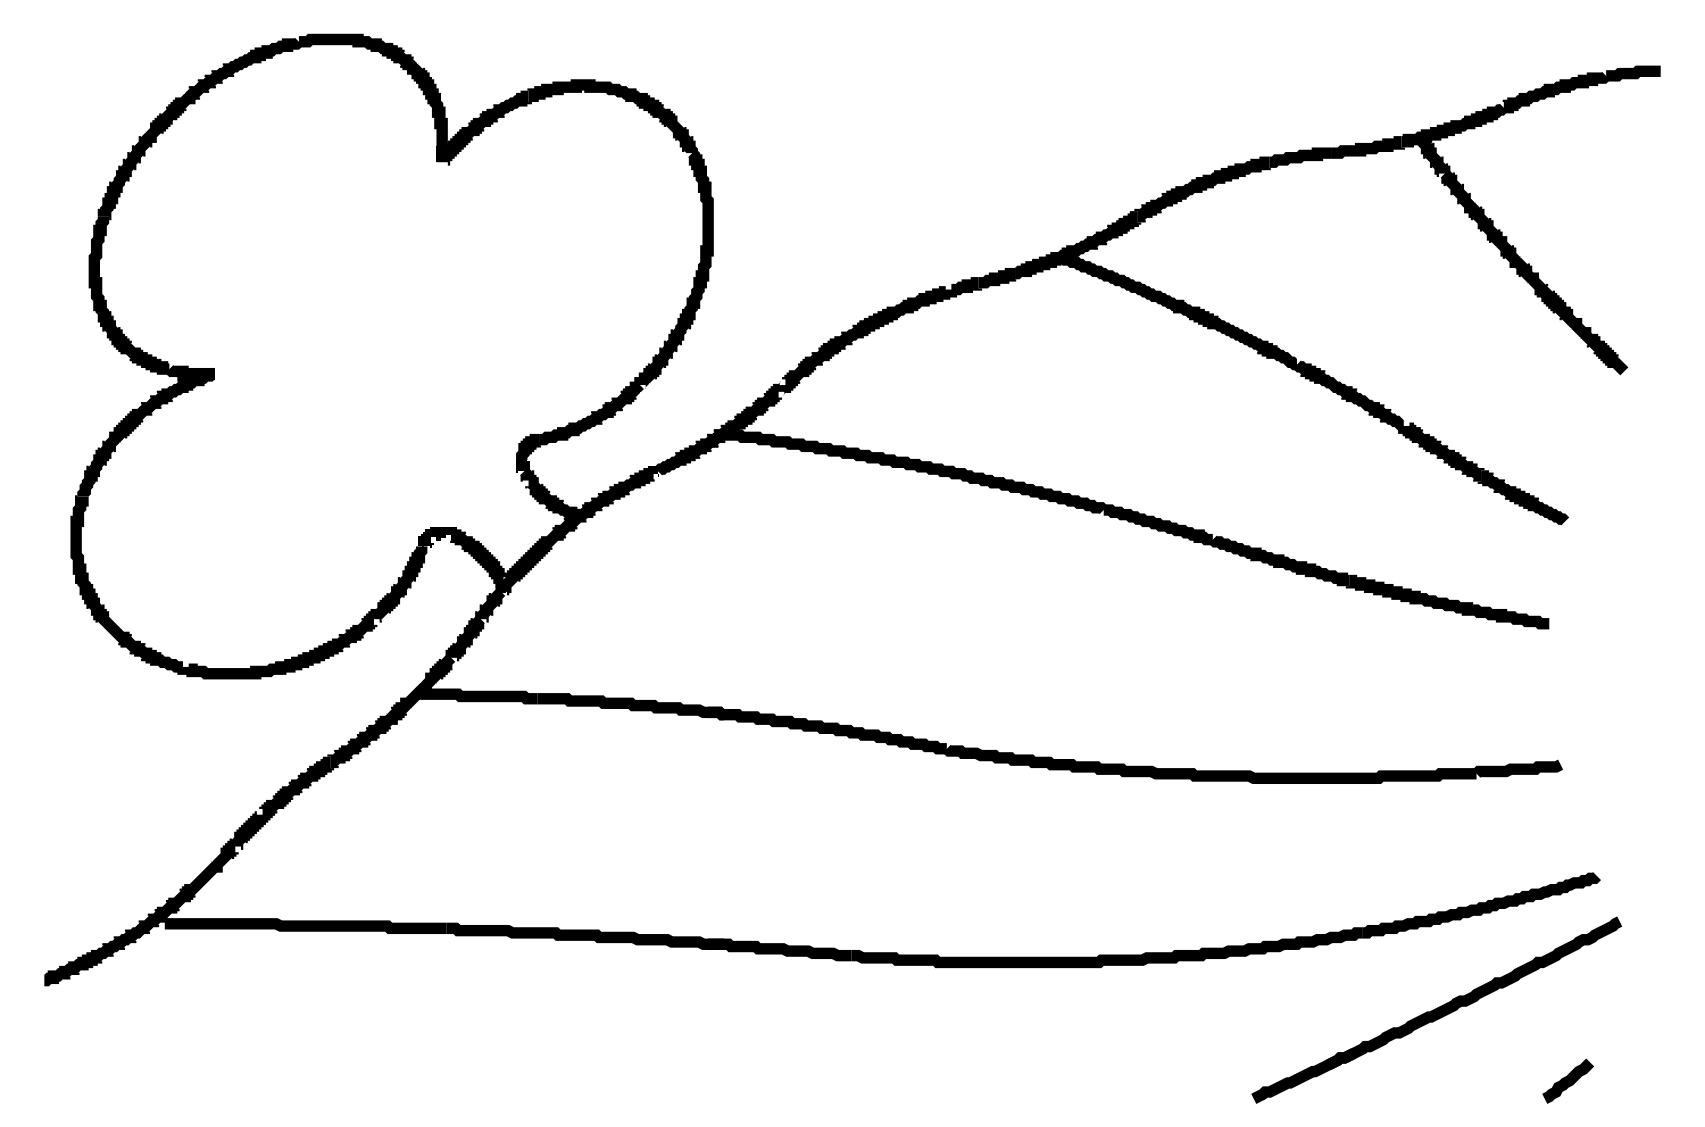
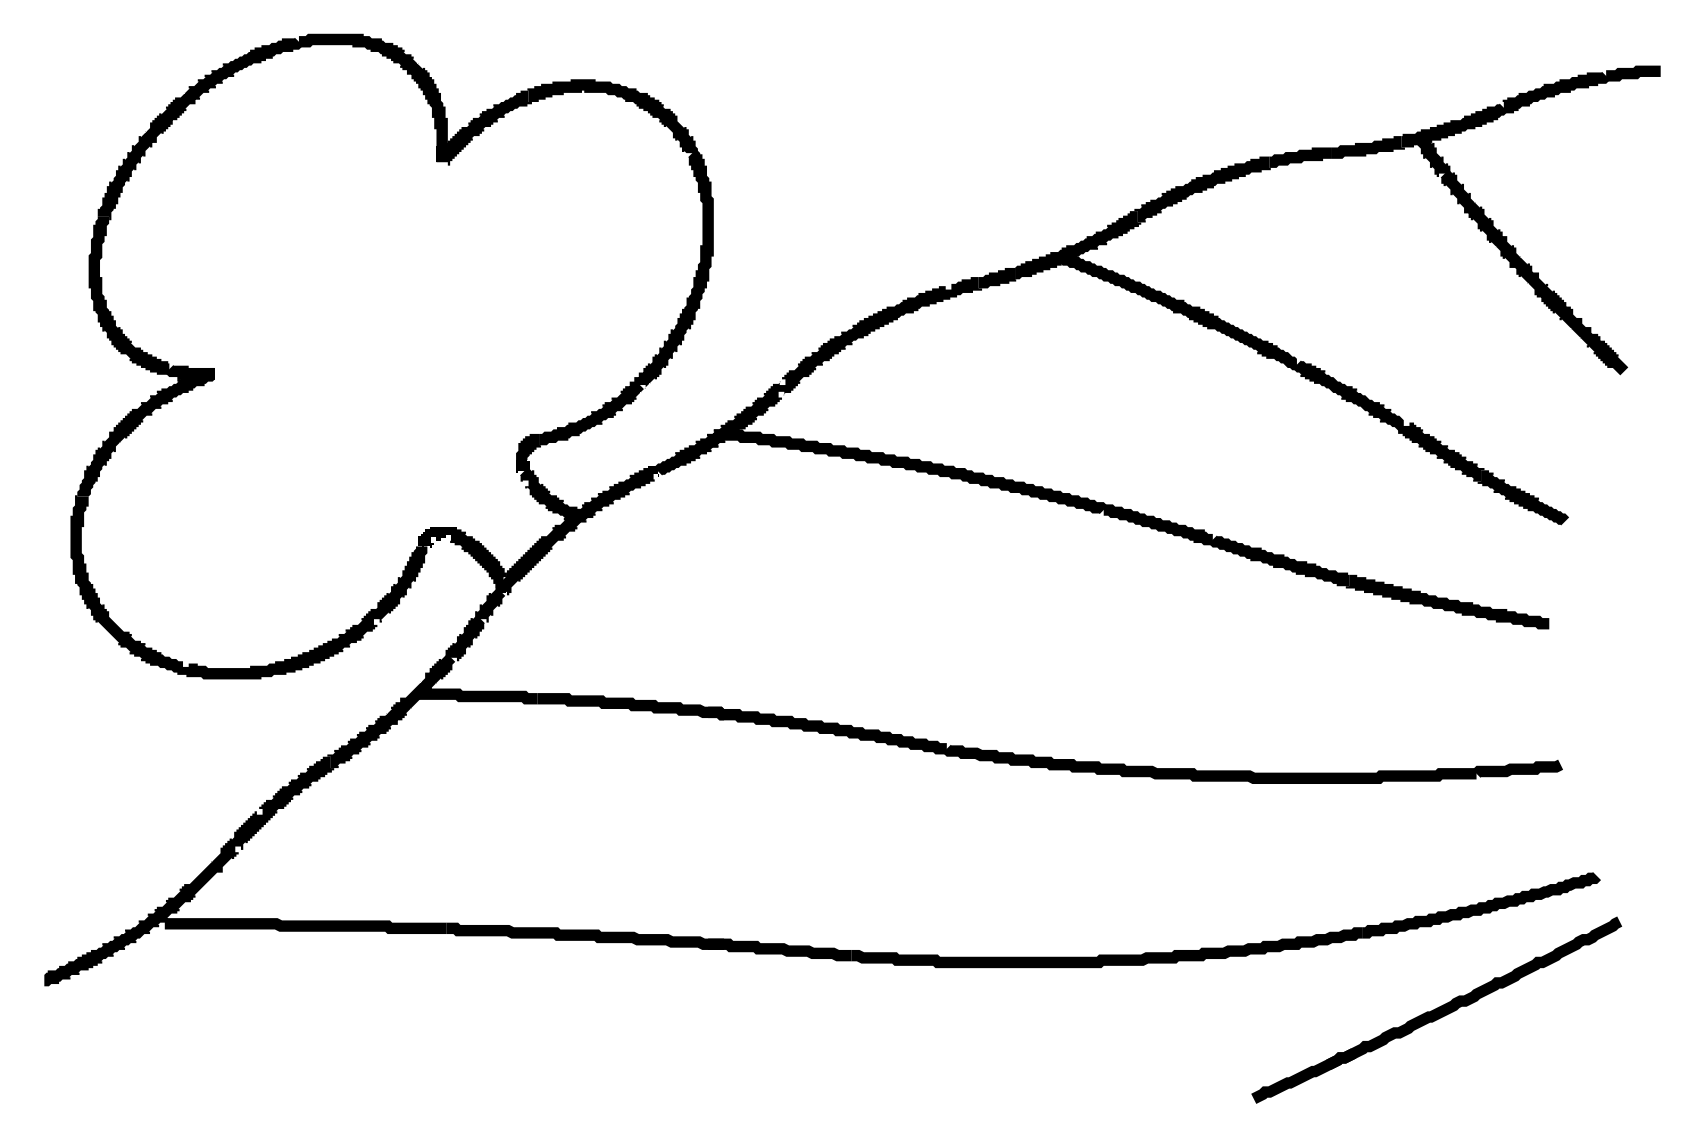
curve at (1567, 1080): present -> none
